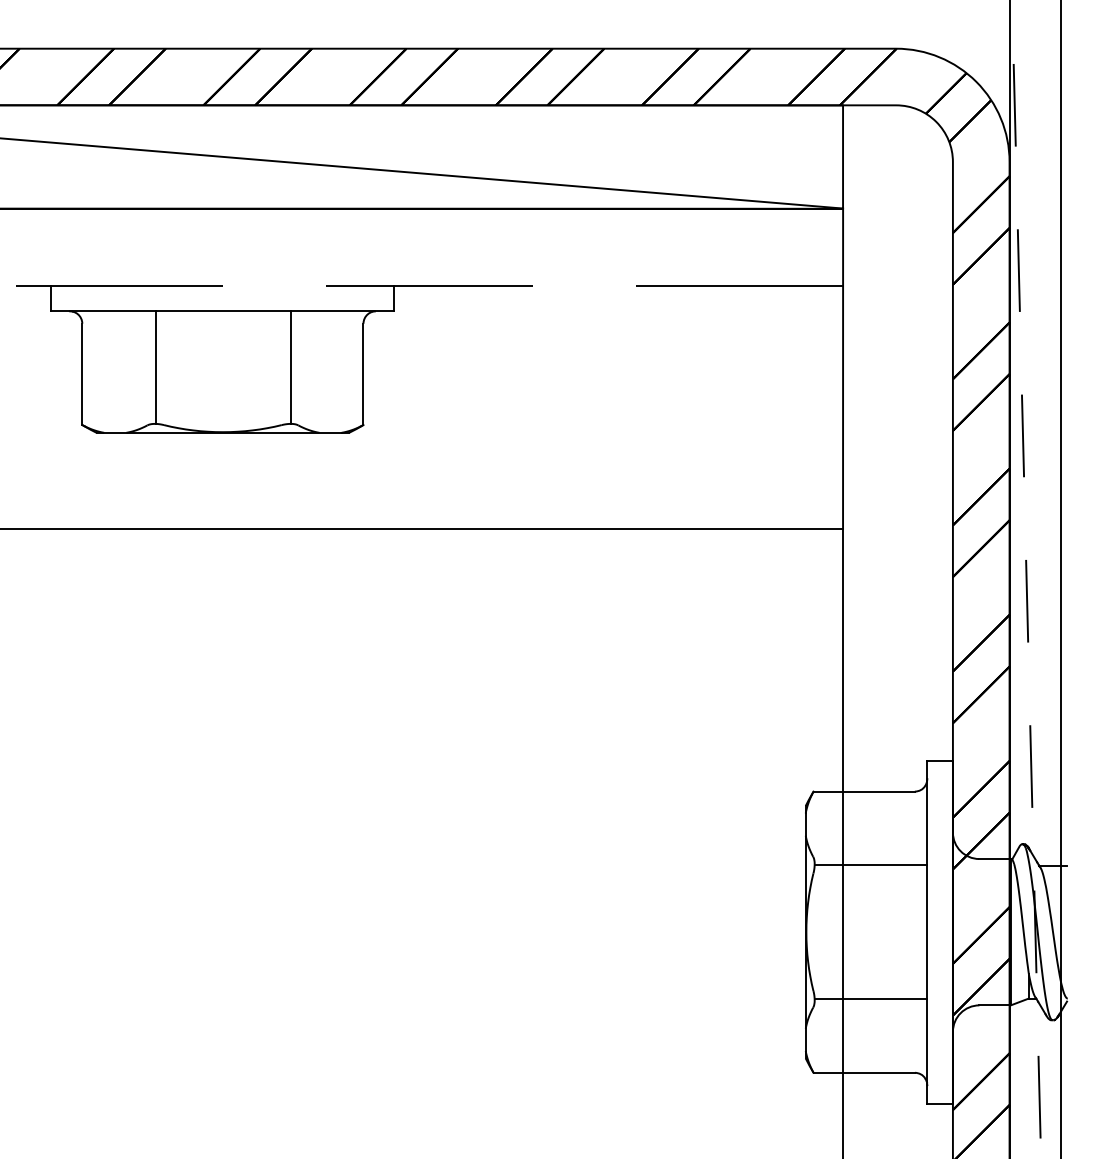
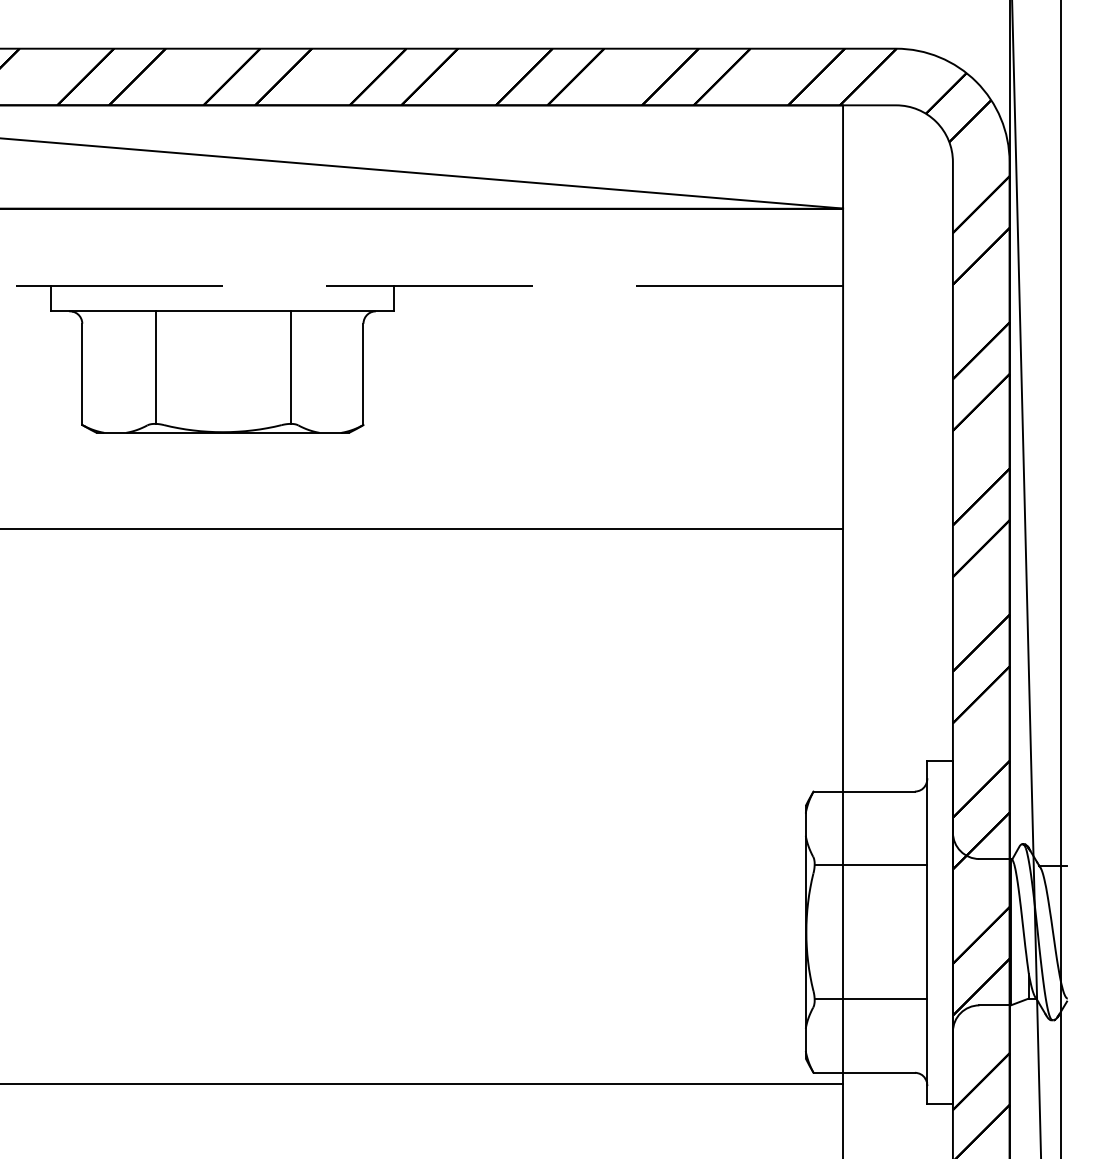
line at (1026, 579): dashed -> solid
line at (422, 1083): none -> present
